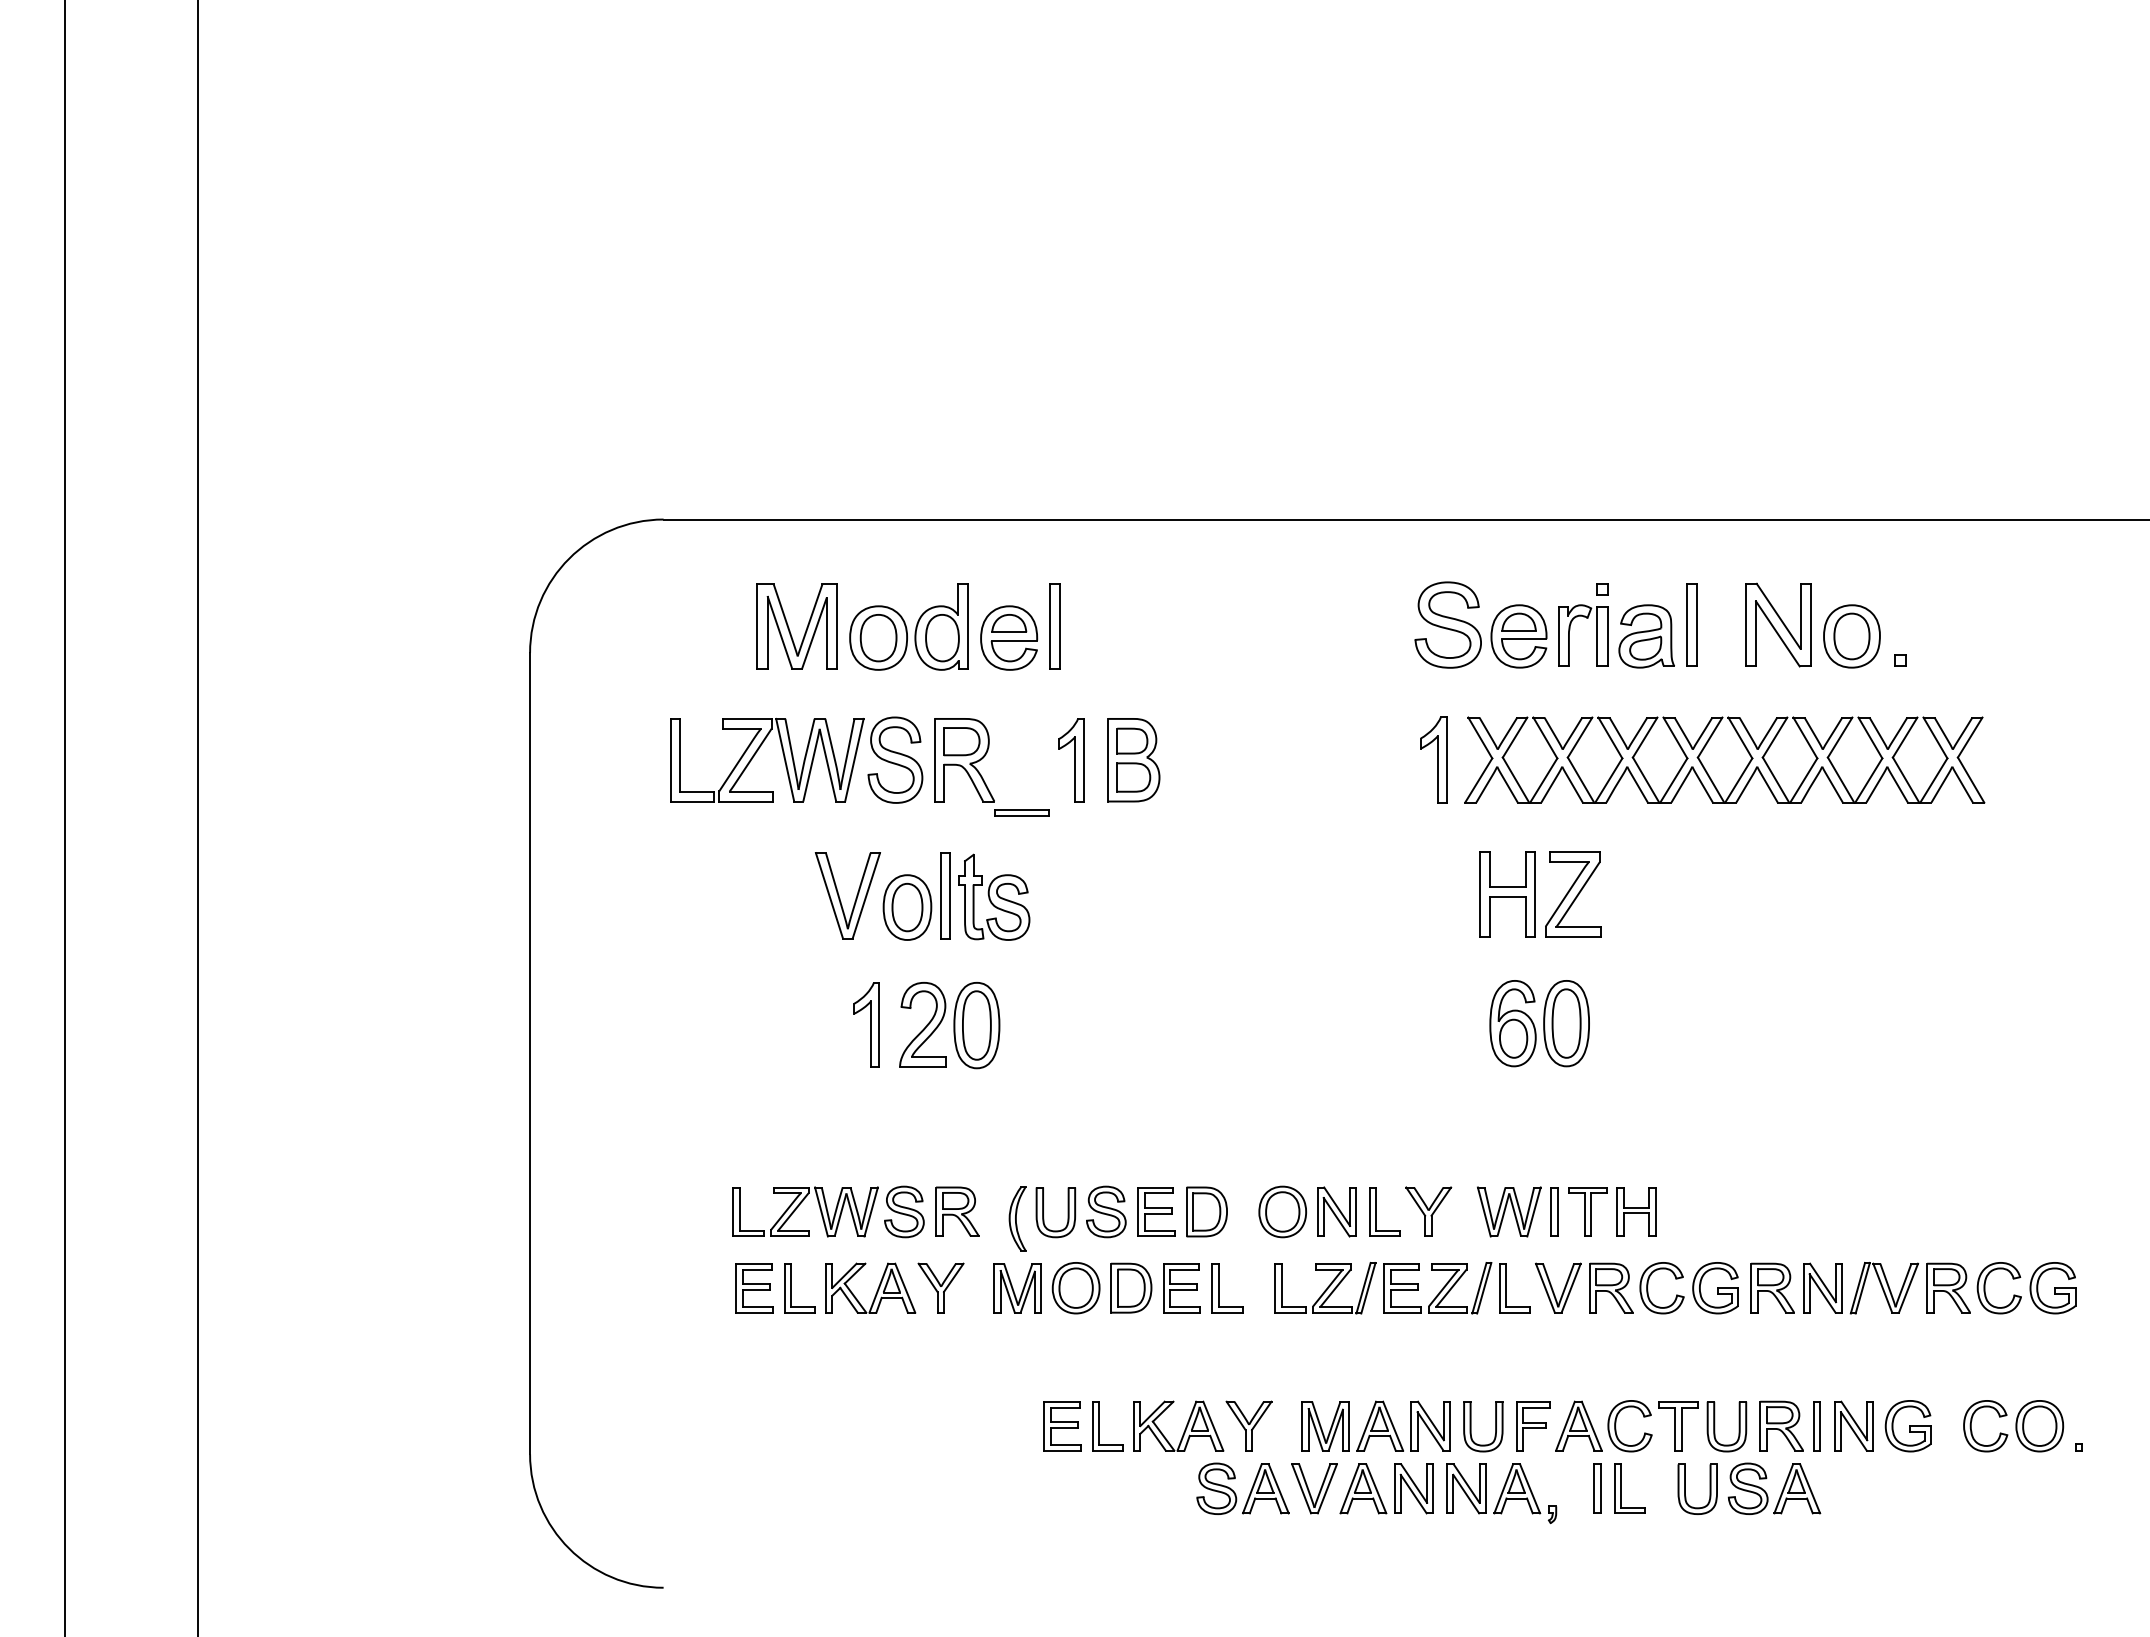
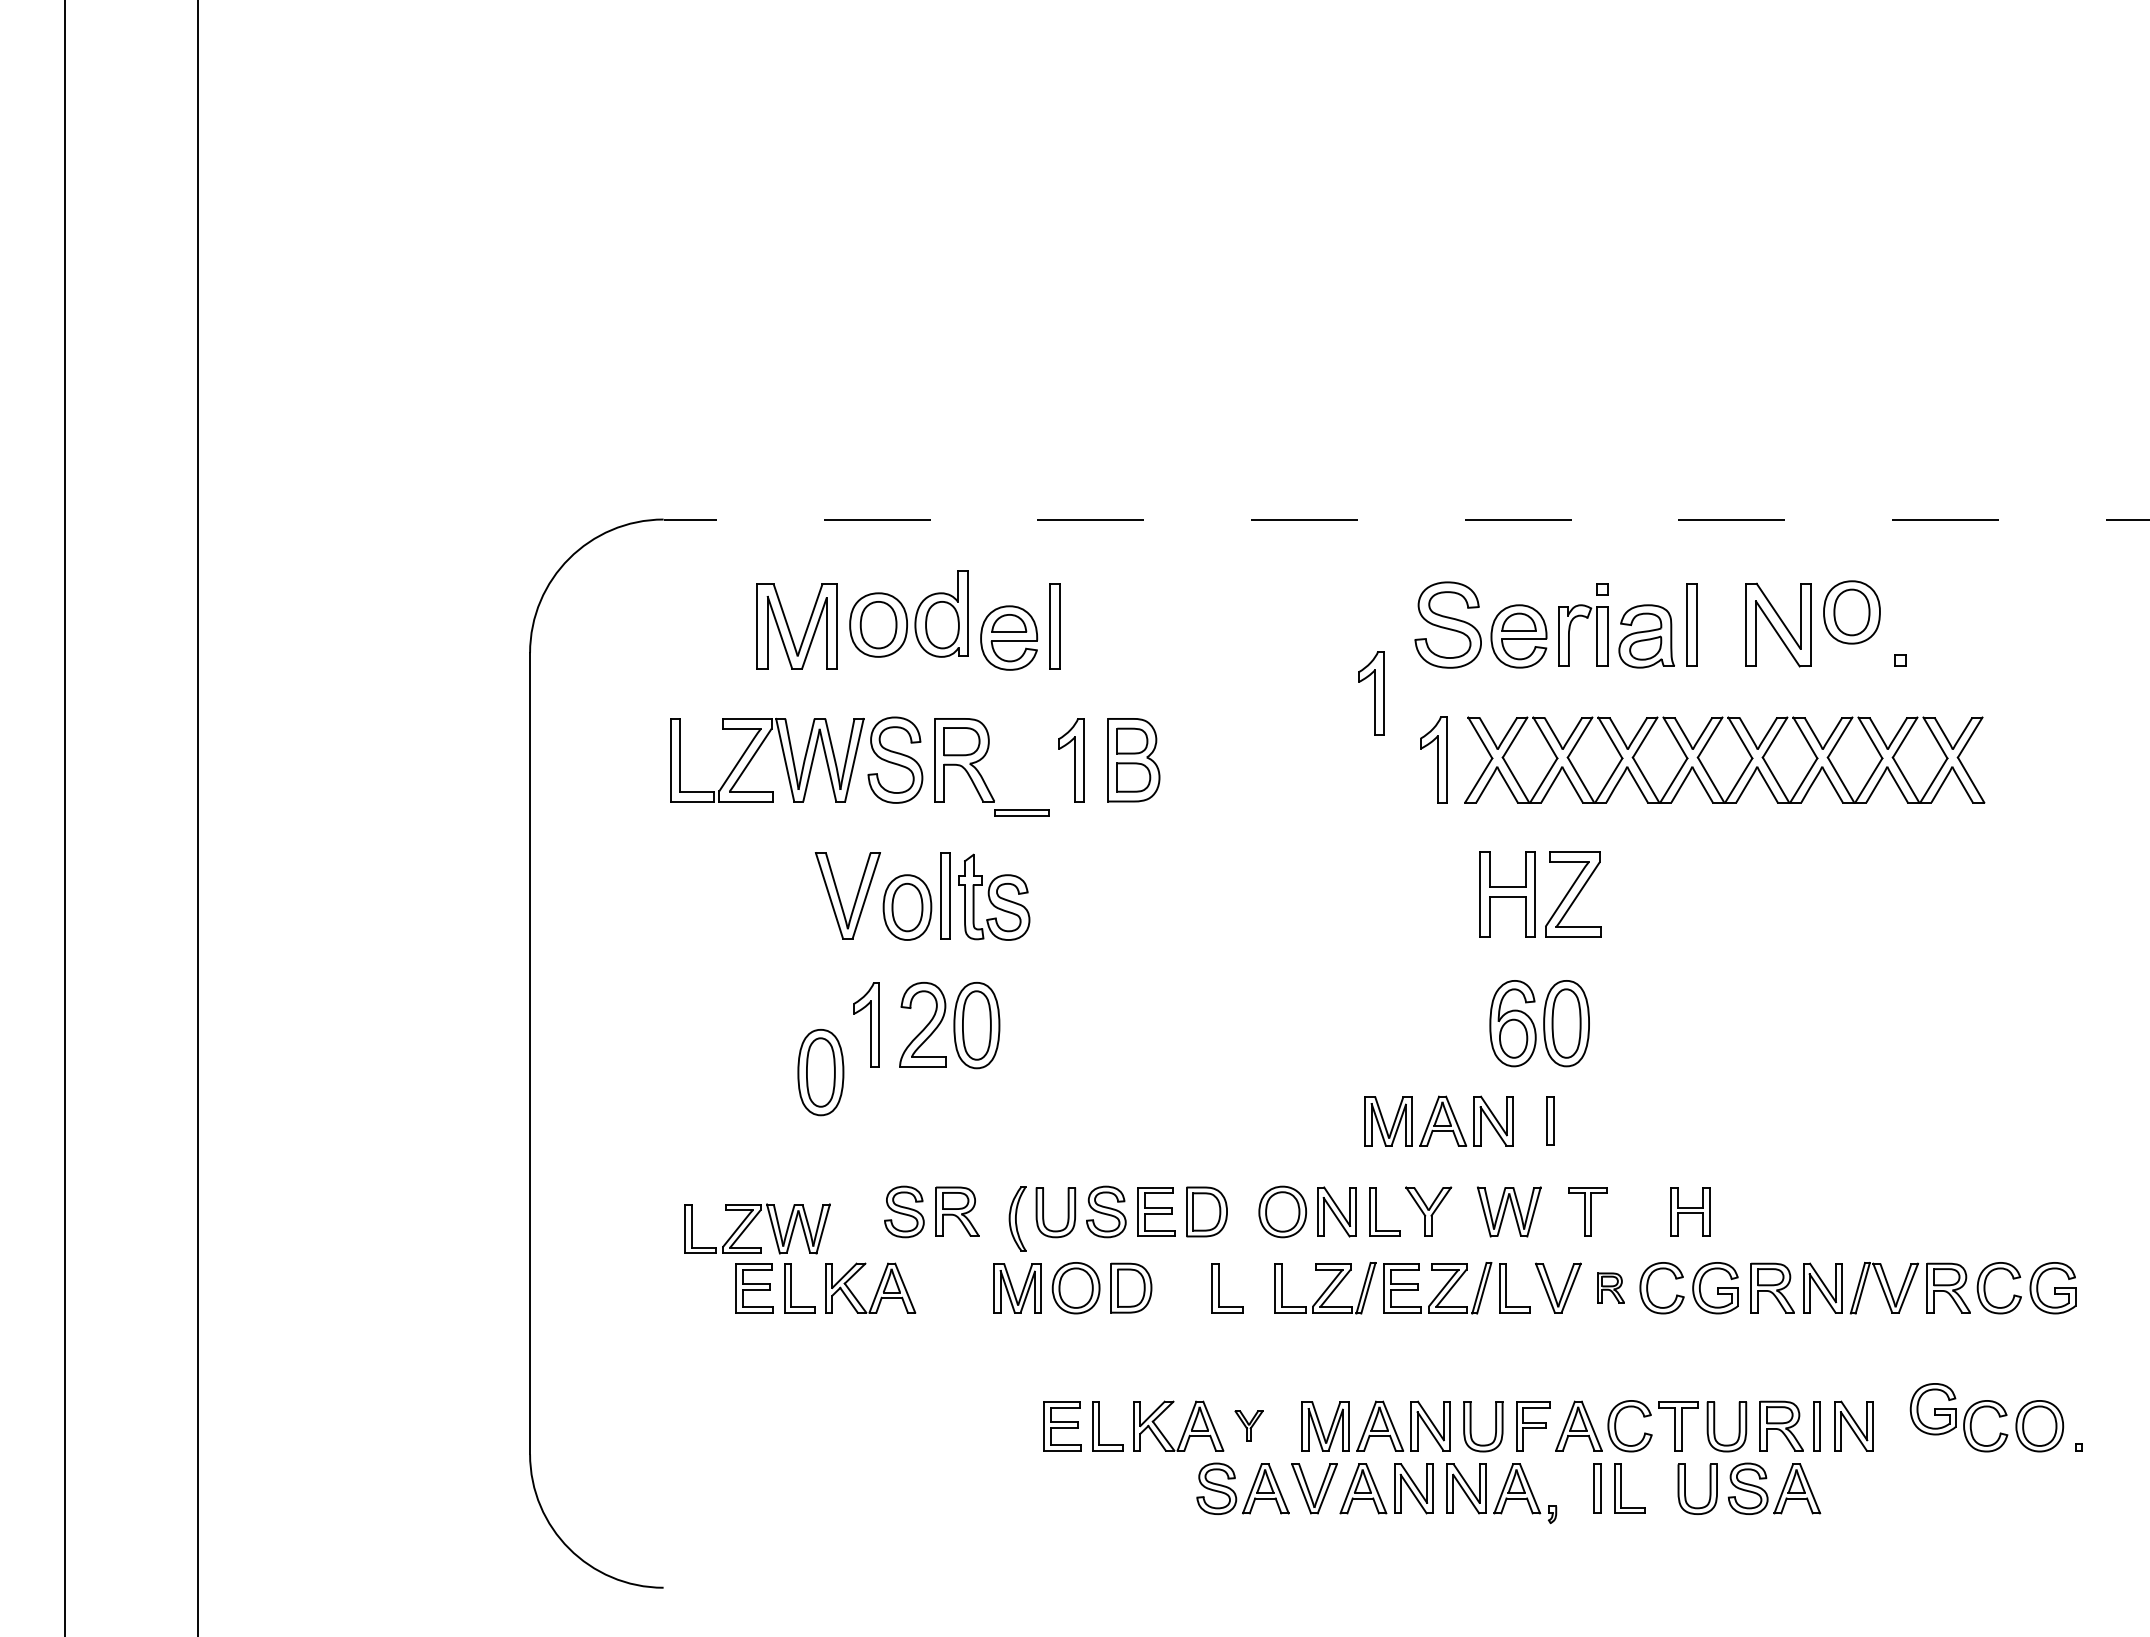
line at (1406, 519): solid -> dashed
part at (908, 626) position: (908, 626) -> (908, 613)
part at (1851, 636) position: (1851, 636) -> (1851, 612)
part at (1371, 693): none -> present
part at (820, 1072): none -> present
part at (1438, 1120): none -> present
part at (799, 1206) position: (799, 1206) -> (751, 1223)
part at (1554, 1211) position: (1554, 1211) -> (1550, 1120)
part at (1636, 1211) position: (1636, 1211) -> (1690, 1211)
part at (940, 1287): present -> none
part at (1611, 1287) size: 45x52 px -> 28x32 px
part at (1181, 1288): present -> none
part at (1248, 1425) size: 48x52 px -> 30x32 px
part at (1907, 1426) position: (1907, 1426) -> (1932, 1409)
